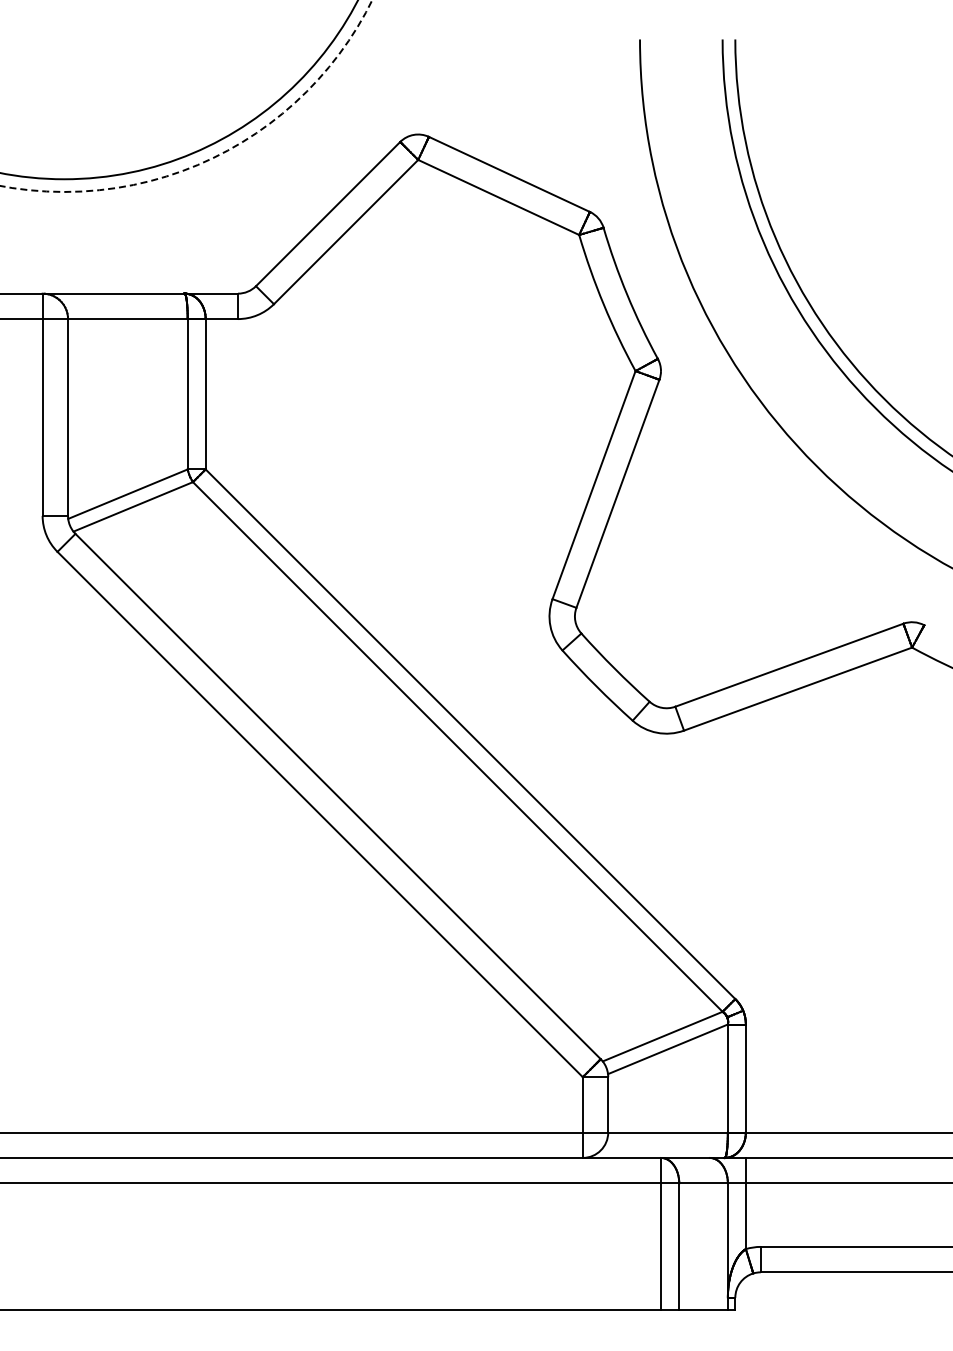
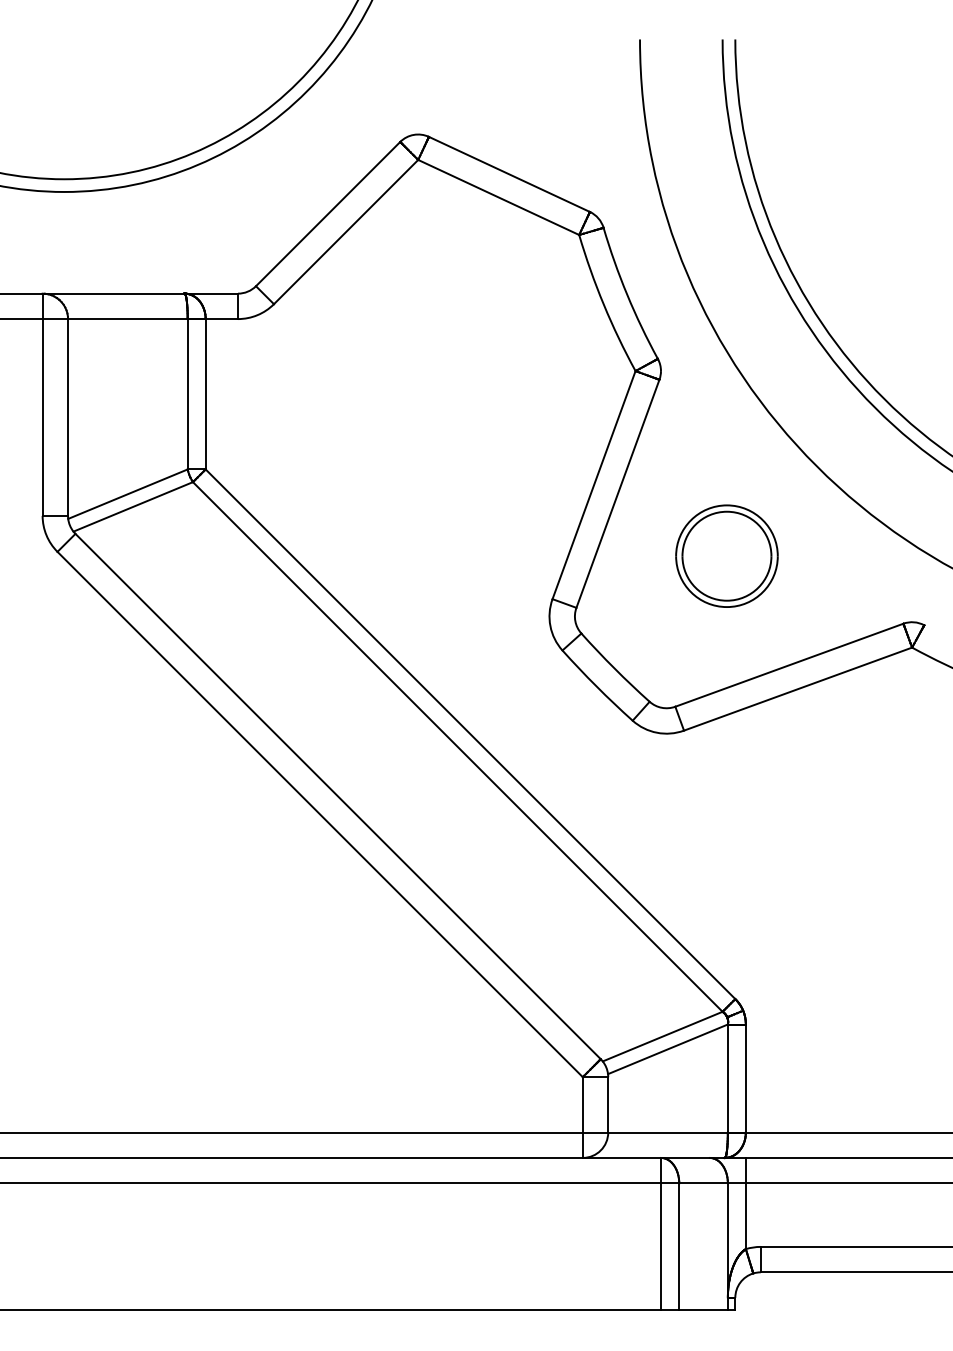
arc at (218, 155): dashed -> solid
part at (726, 555): none -> present
